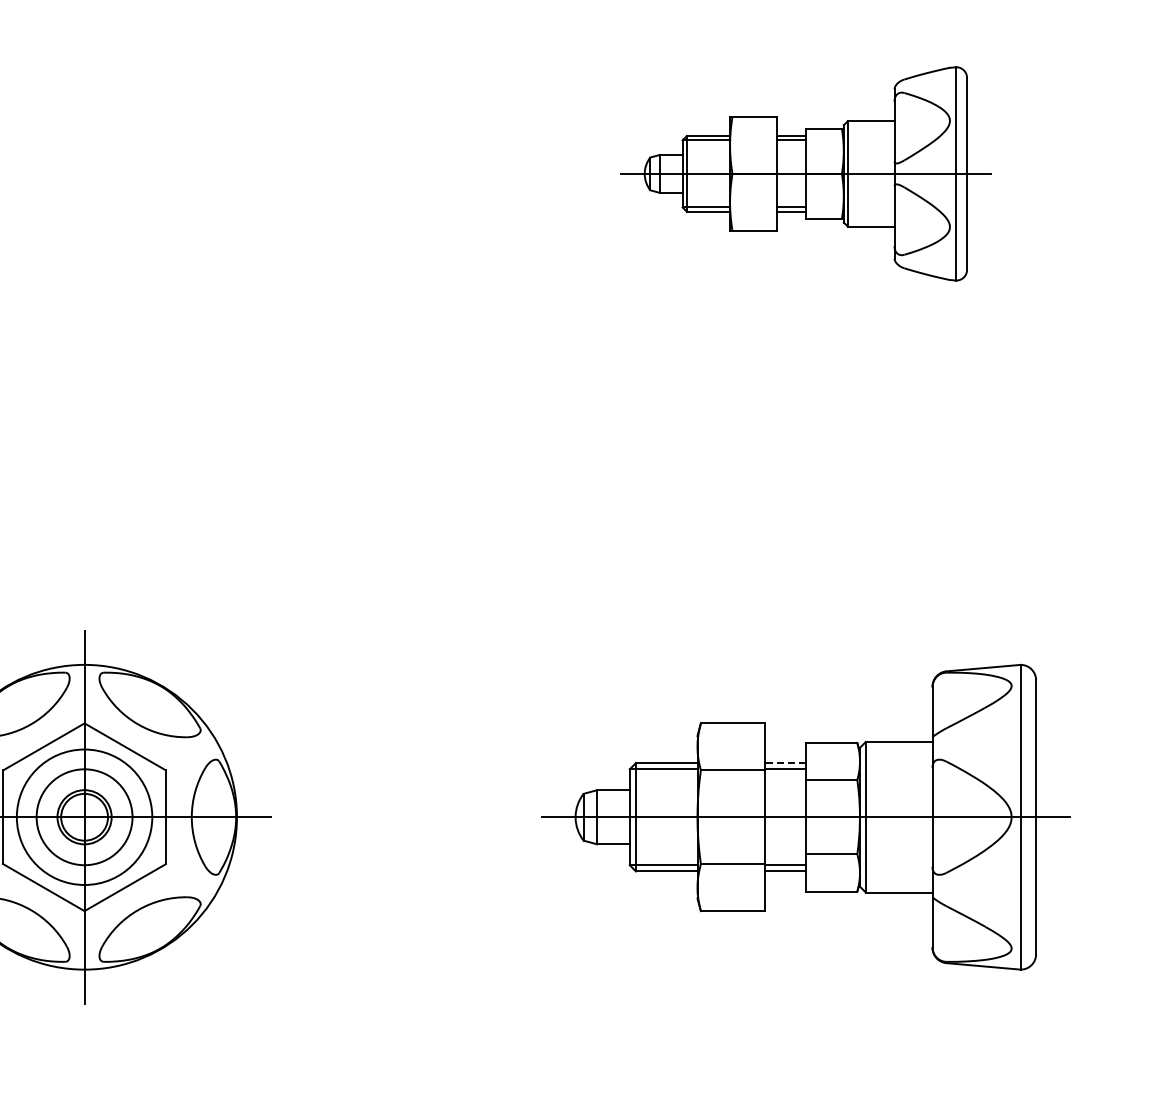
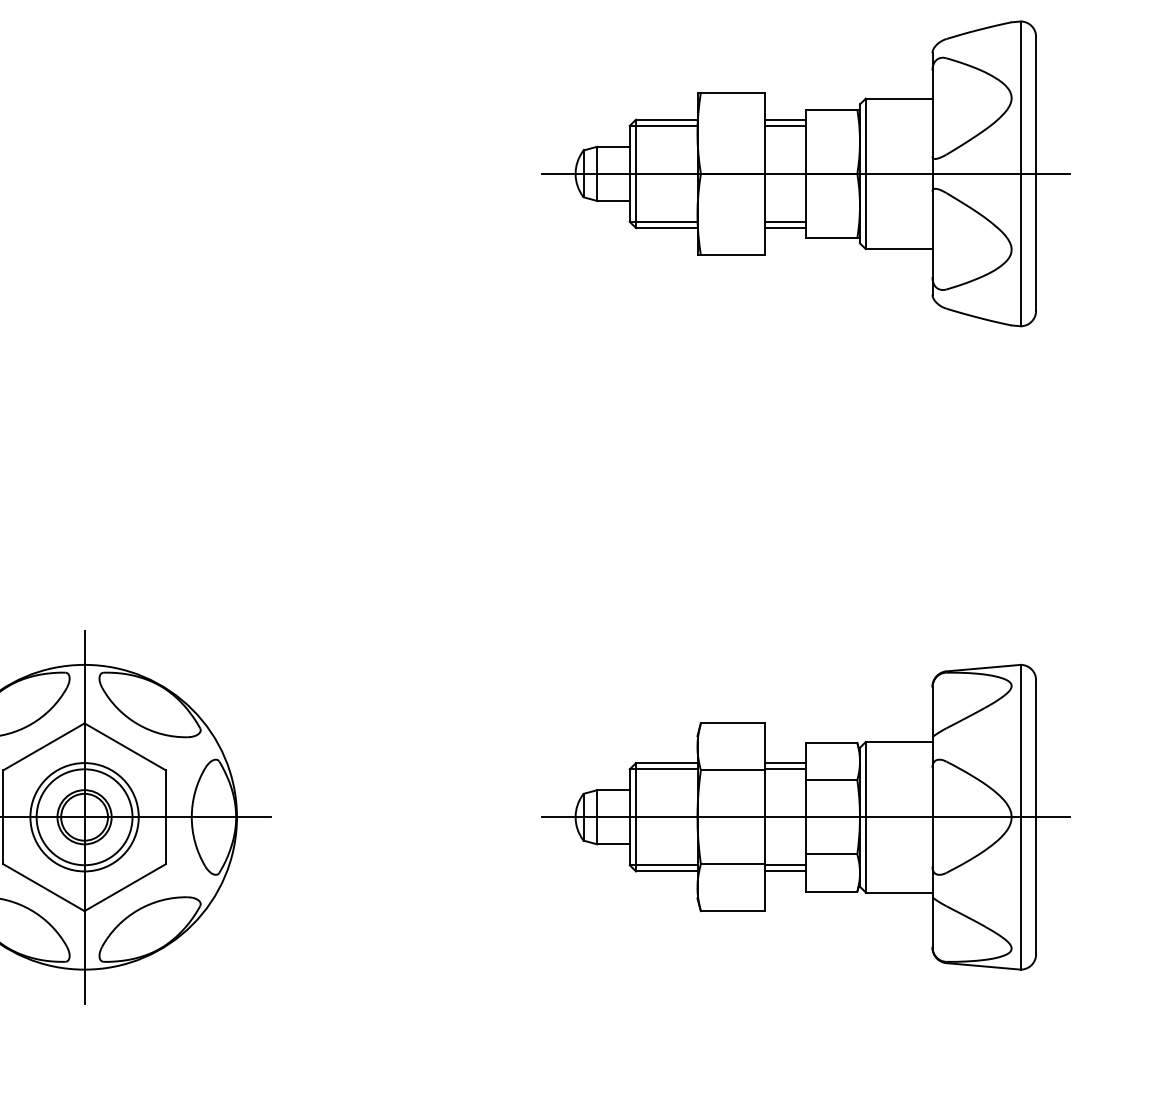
part at (805, 173) size: 372x216 px -> 530x308 px
line at (785, 763): dashed -> solid
circle at (84, 816) diameter: 135 px -> 108 px
